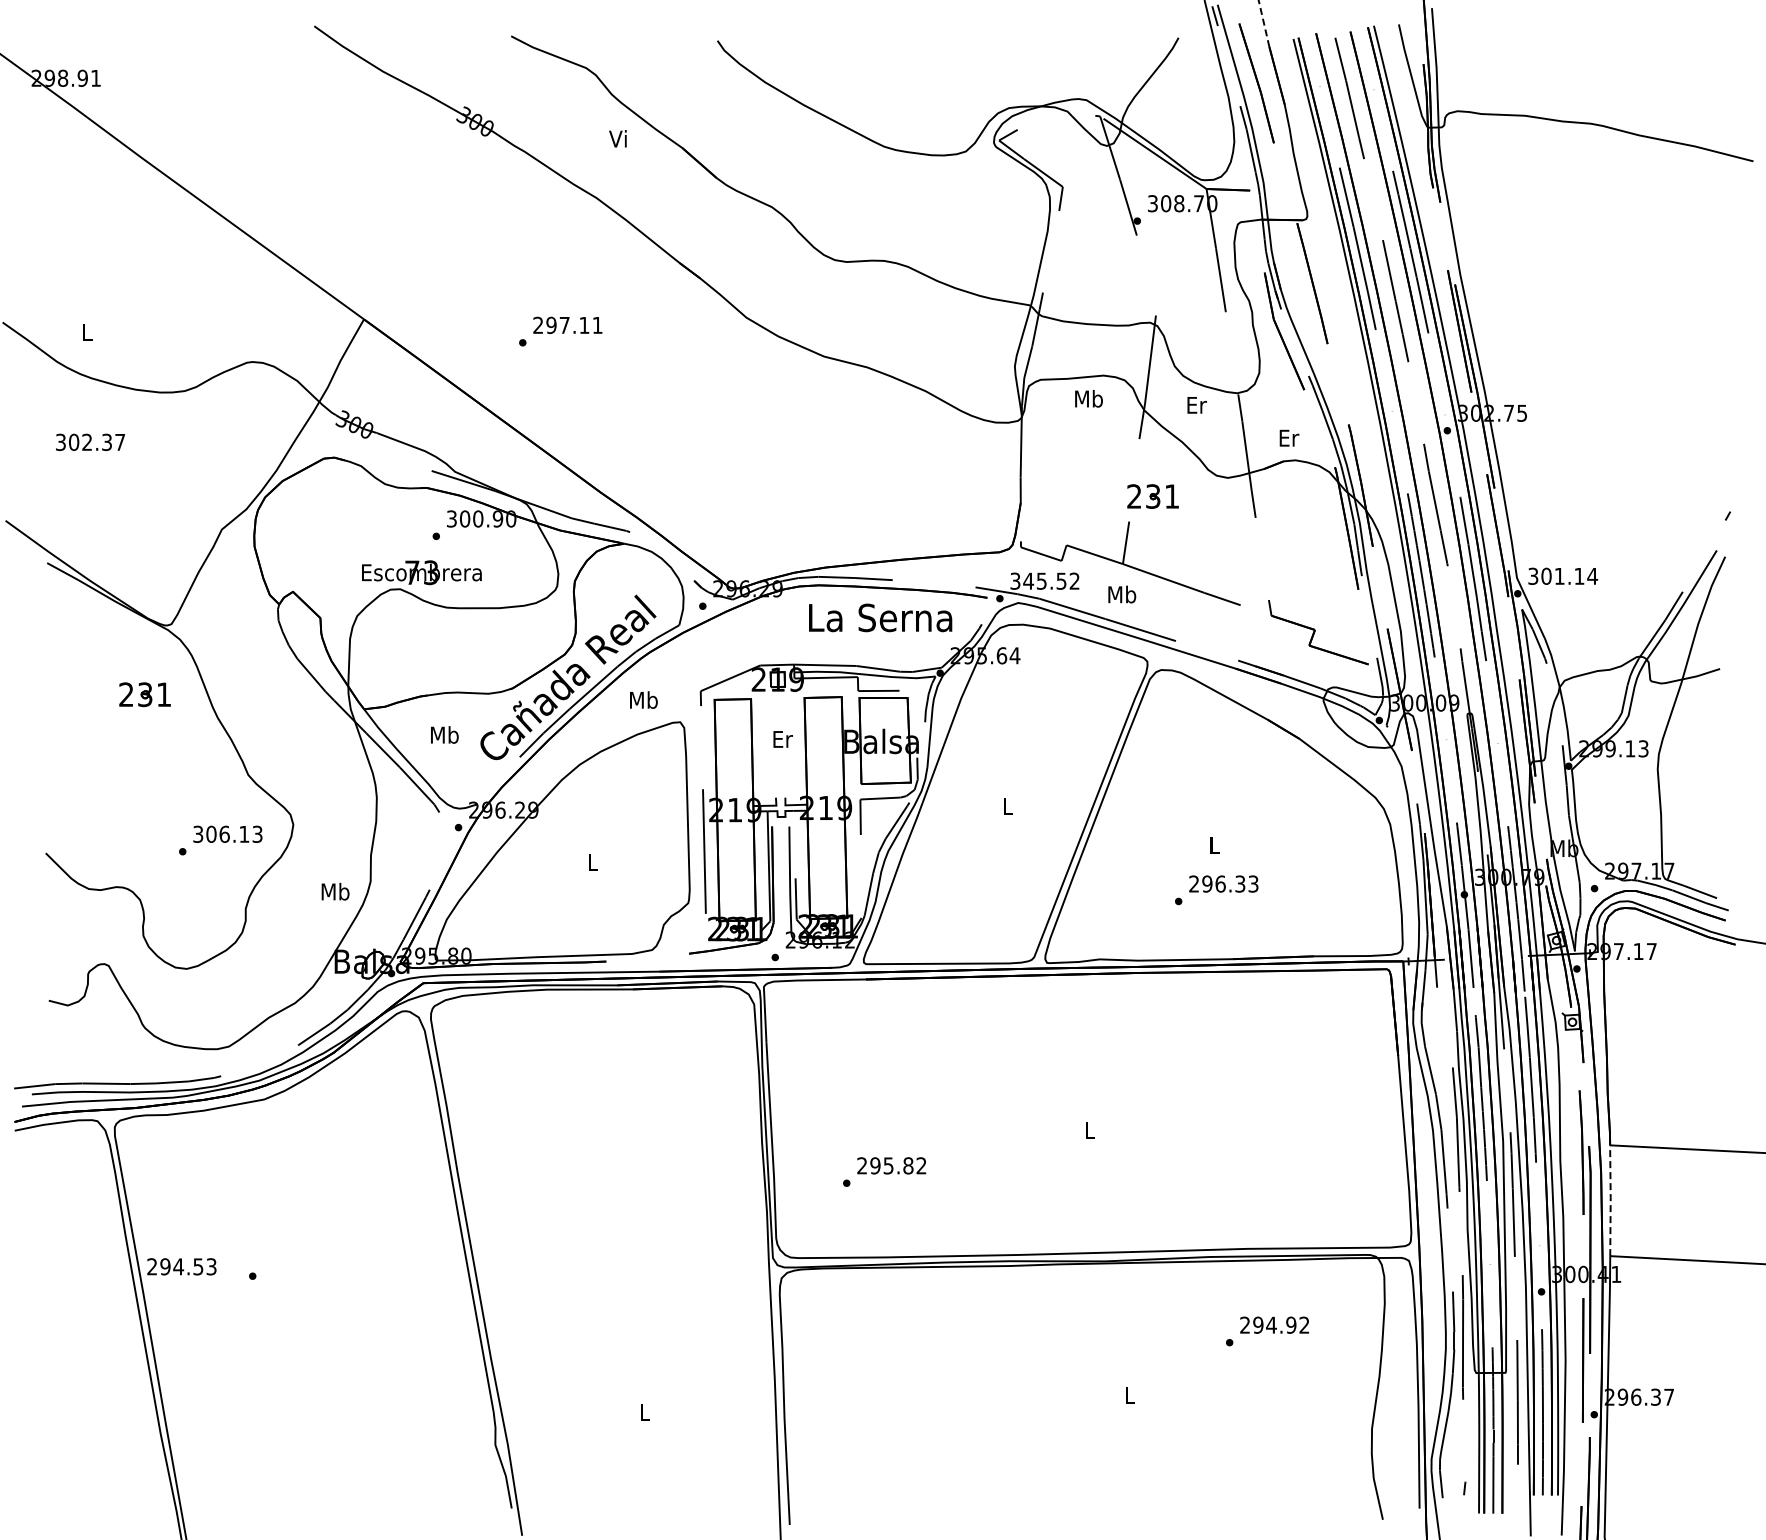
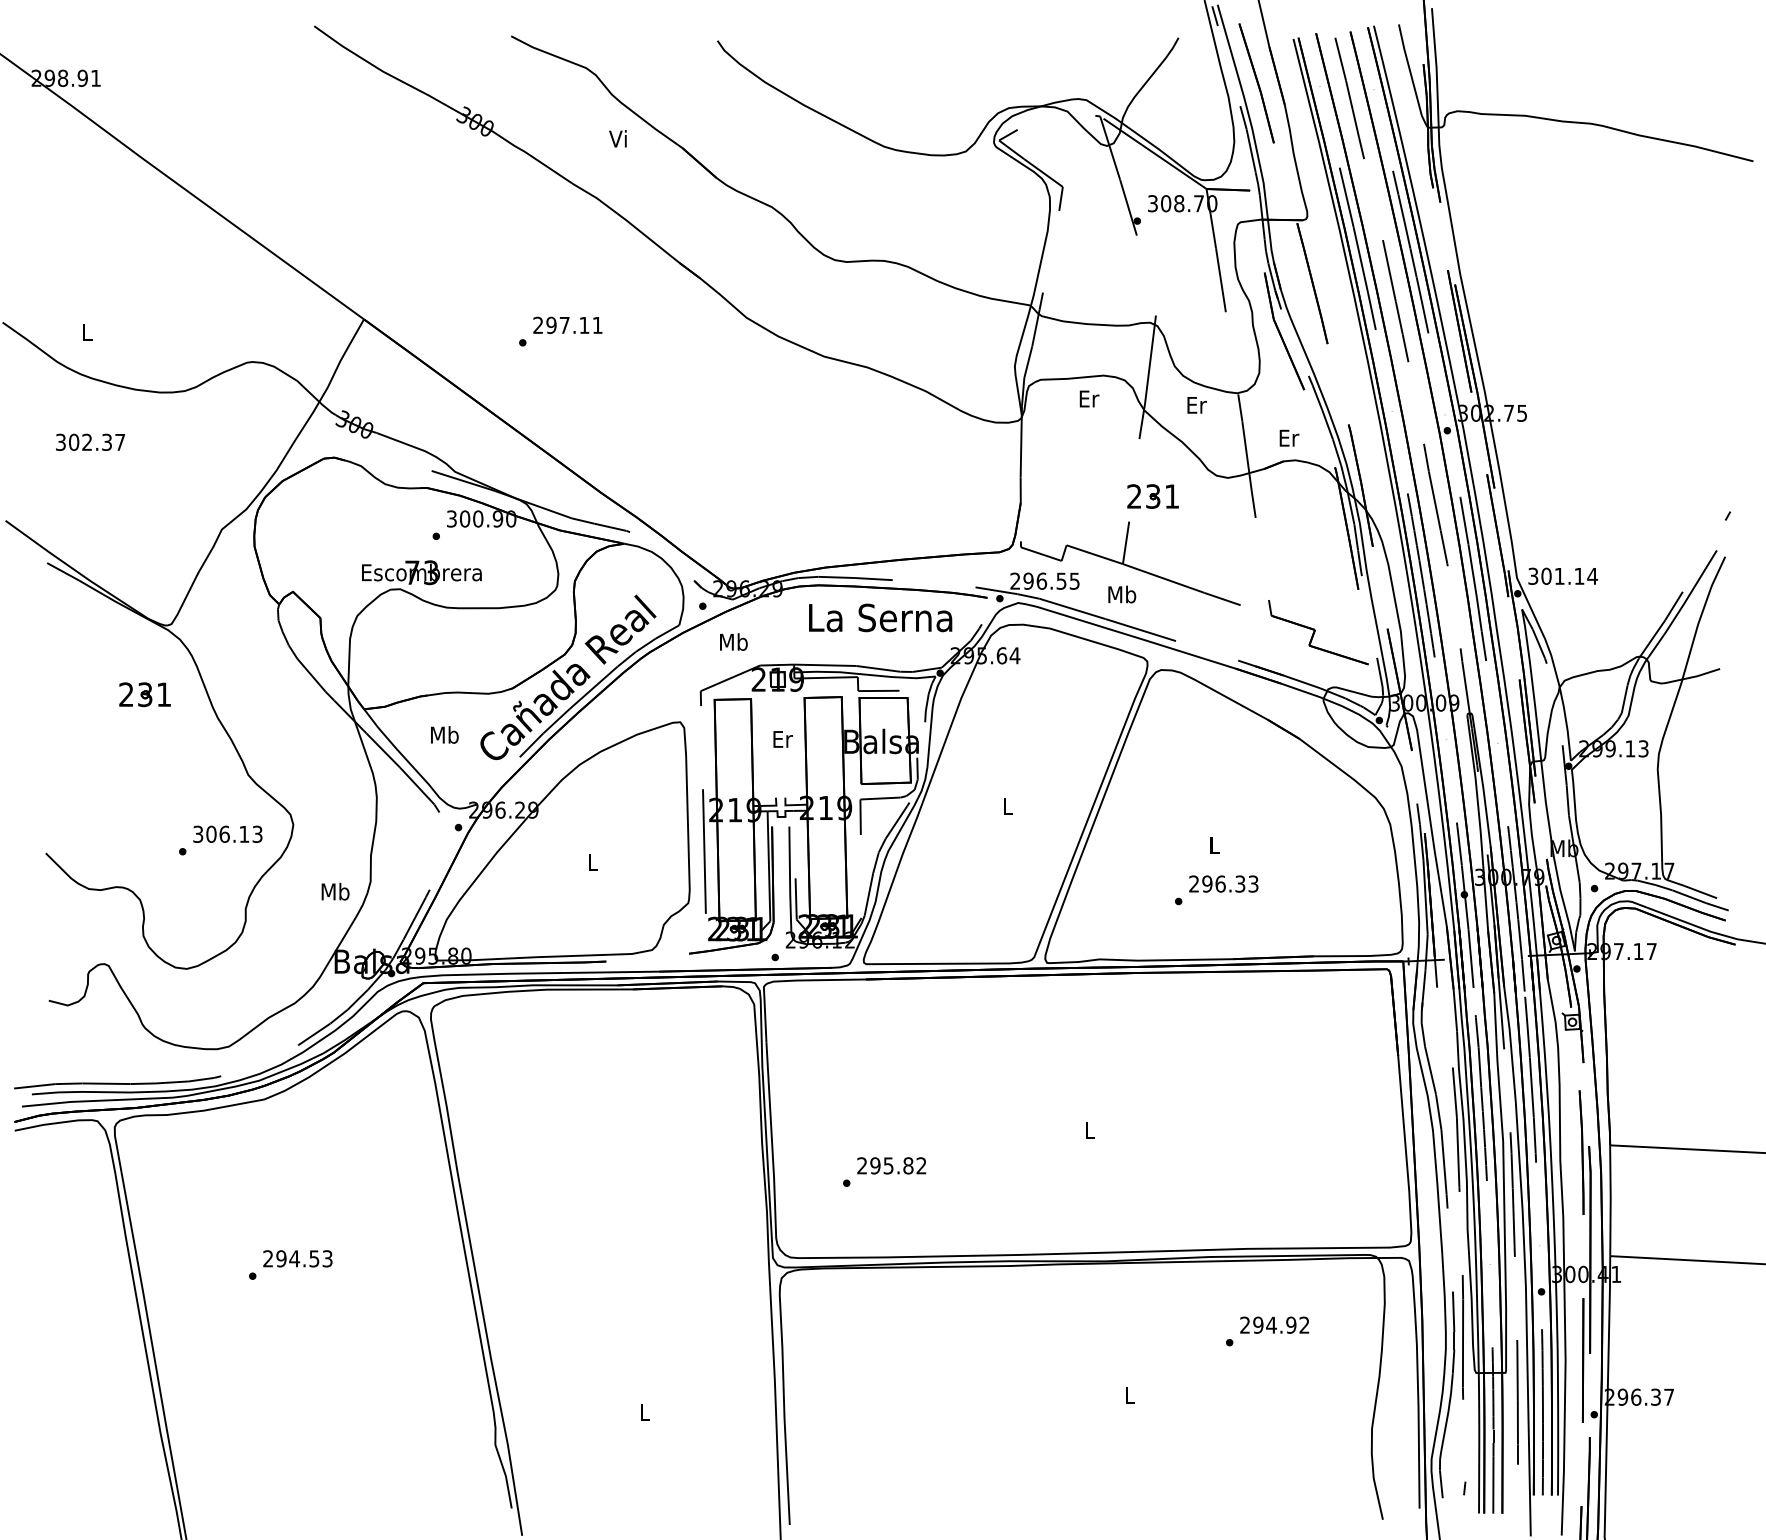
line at (1264, 23): dashed -> solid
text at (1088, 398): Mb -> Er
text at (1044, 580): 345.52 -> 296.55
text at (643, 699) position: (643, 699) -> (733, 641)
line at (1610, 1199): dashed -> solid
text at (181, 1266) position: (181, 1266) -> (297, 1258)
